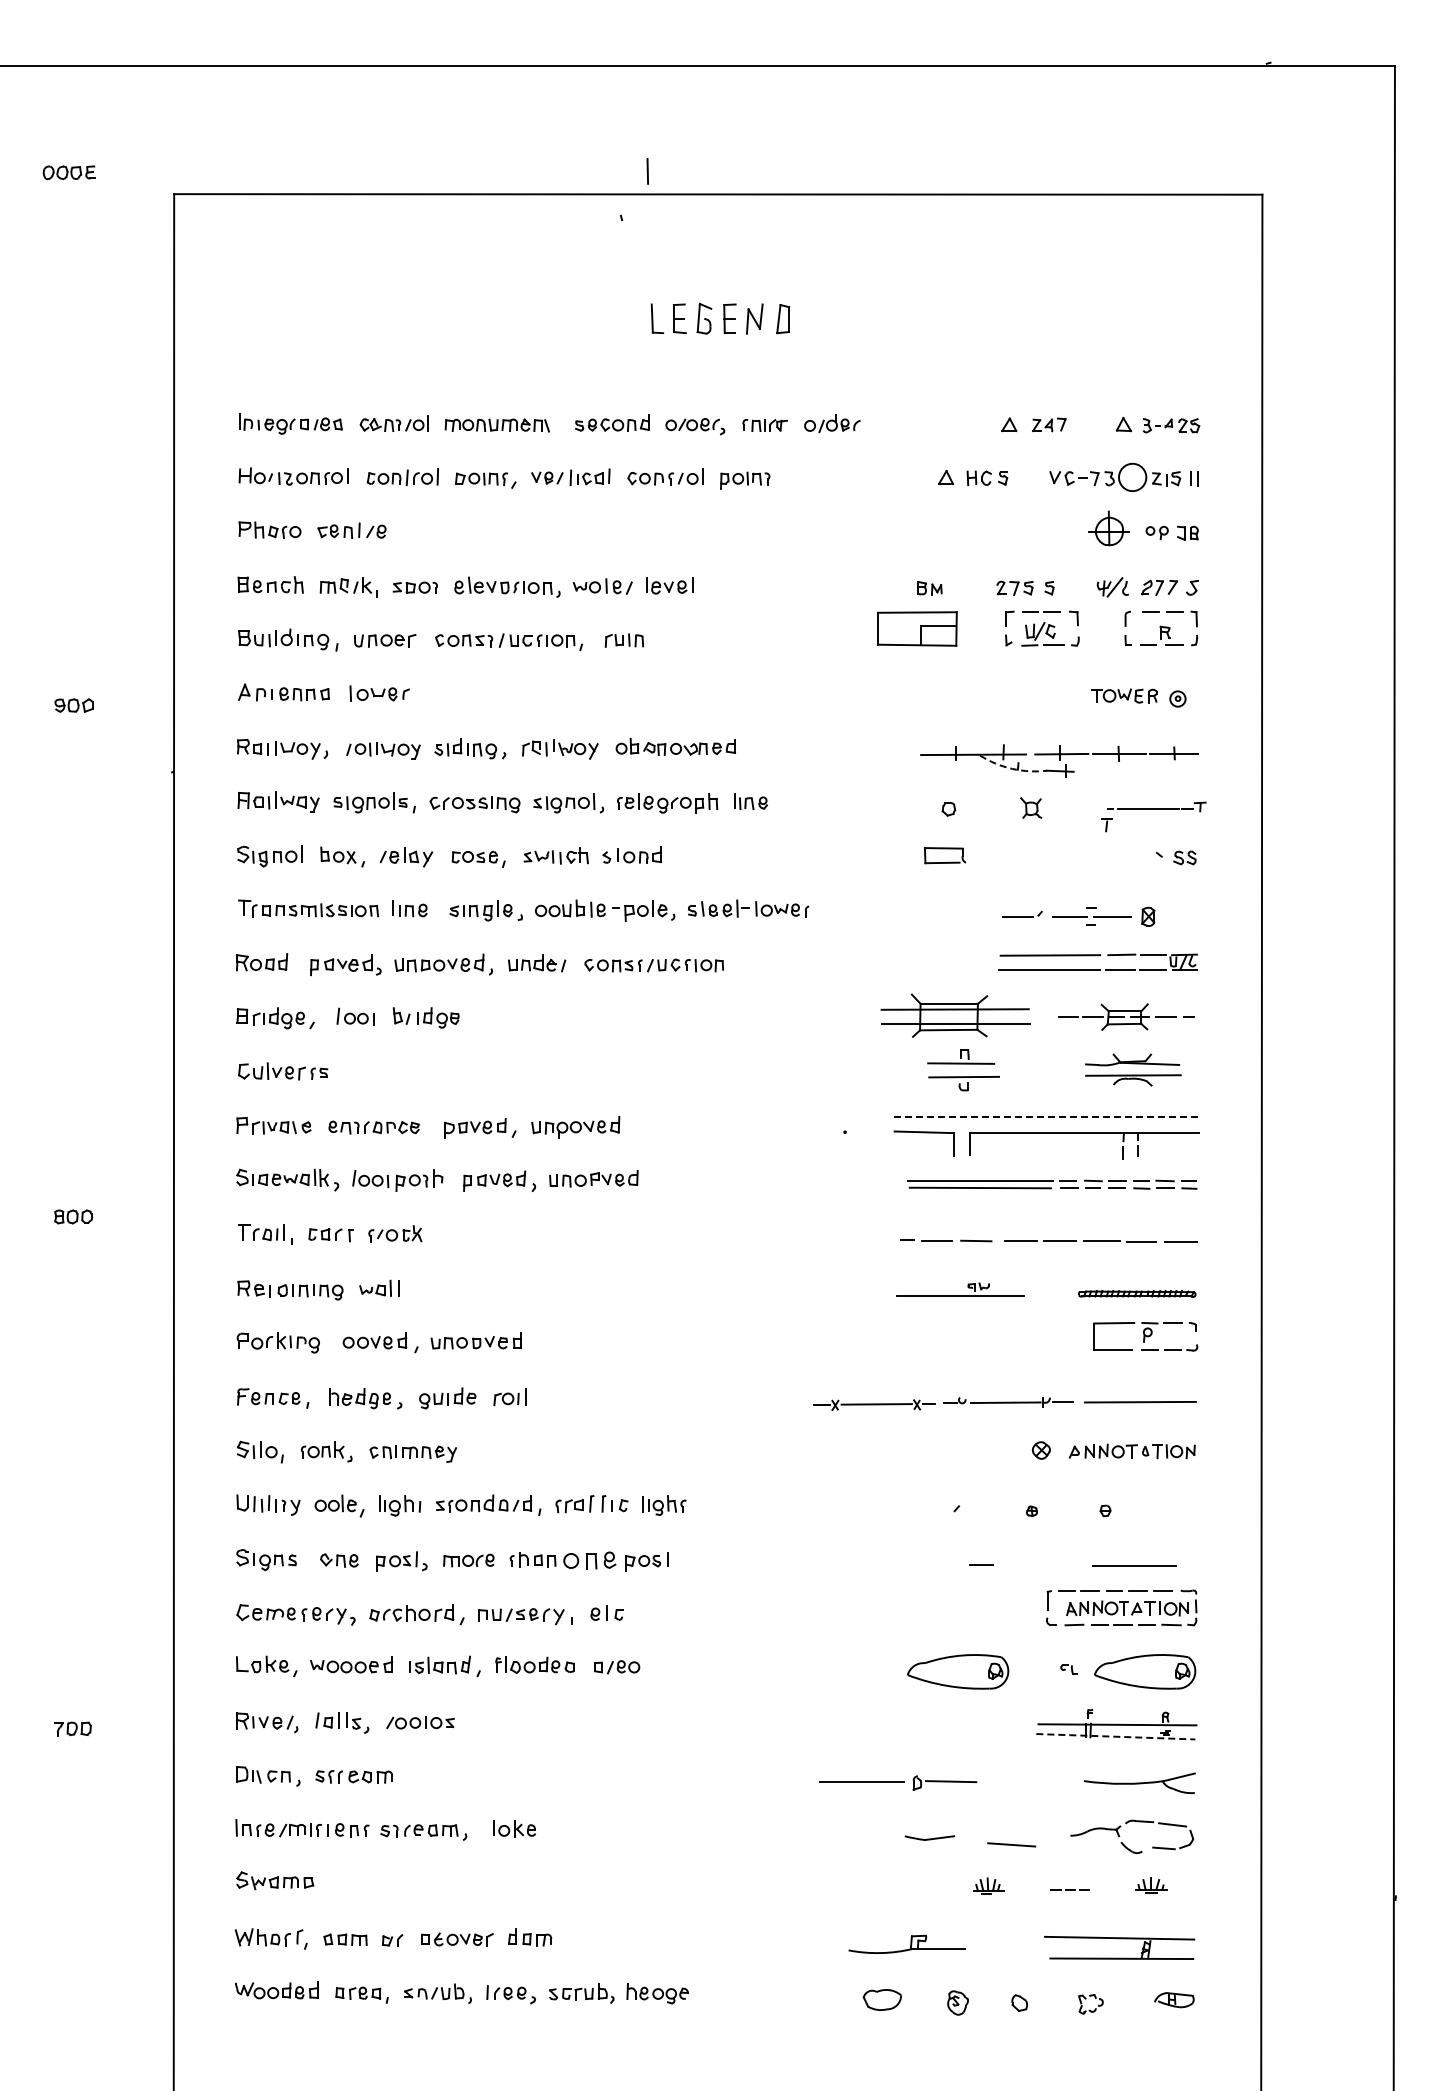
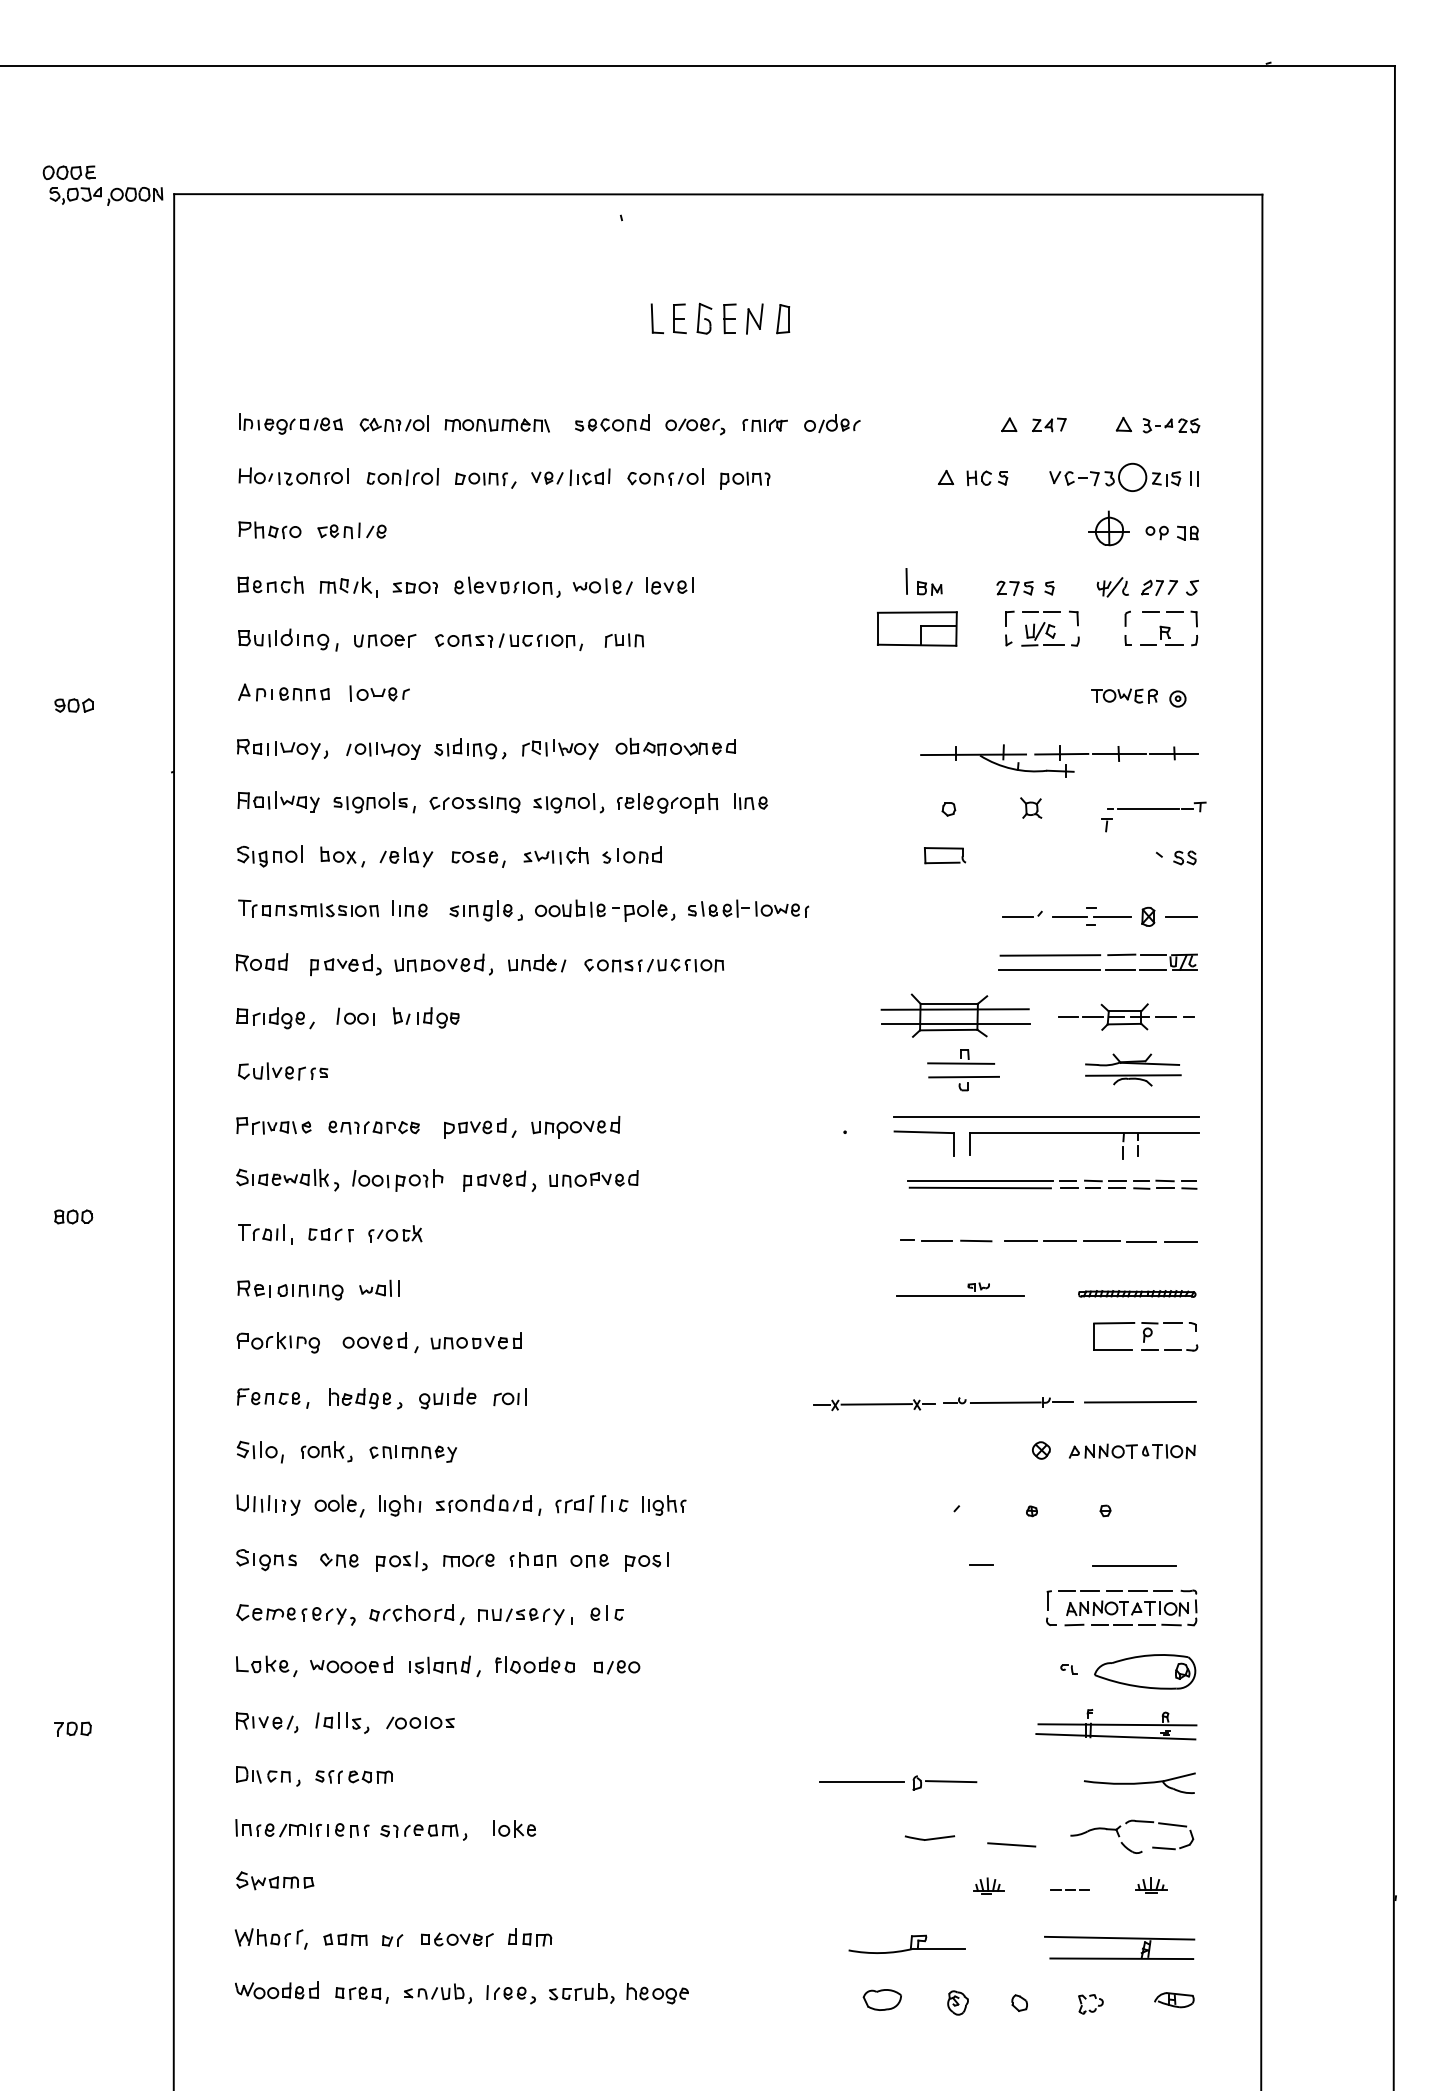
line at (647, 171) position: (647, 171) -> (906, 581)
part at (106, 196): none -> present
arc at (1012, 768): dashed -> solid
line at (1180, 916): none -> present
line at (1046, 1117): dashed -> solid
part at (589, 1560) size: 54x19 px -> 39x14 px
part at (958, 1671): present -> none
line at (1115, 1736): dashed -> solid
